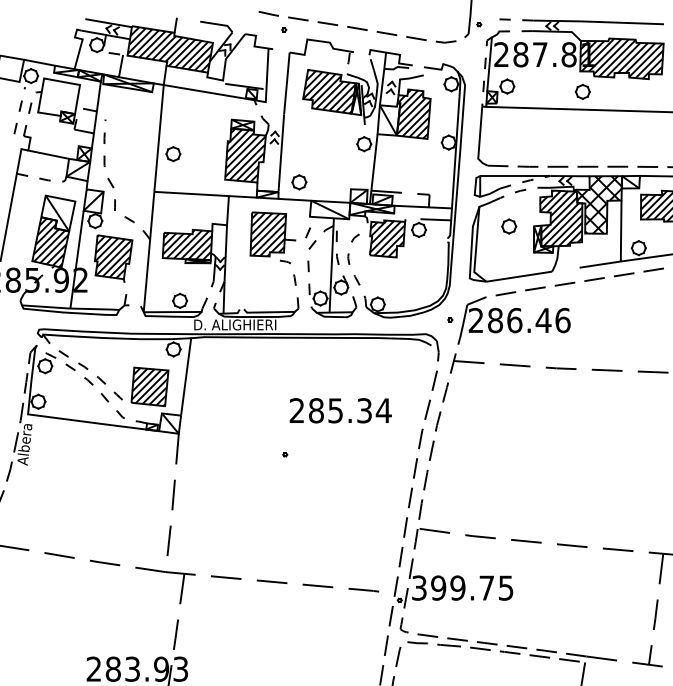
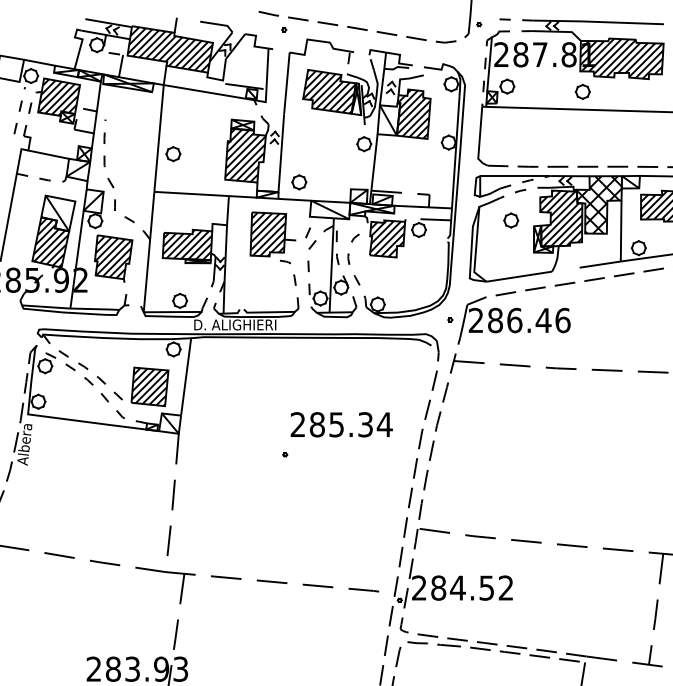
hatch at (58, 97): none -> present
part at (509, 226) position: (509, 226) -> (511, 220)
text at (340, 410) position: (340, 410) -> (341, 424)
text at (462, 587): 399.75 -> 284.52
